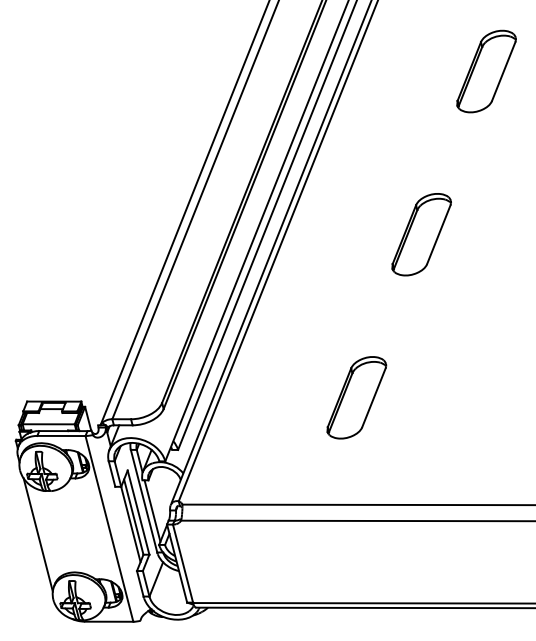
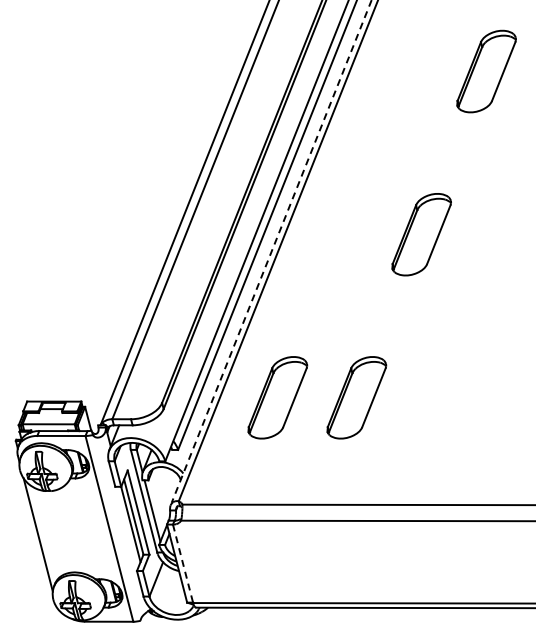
line at (271, 252): solid -> dashed
part at (277, 397): none -> present
line at (183, 564): solid -> dashed
